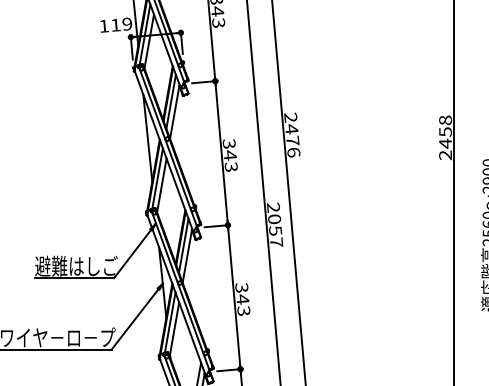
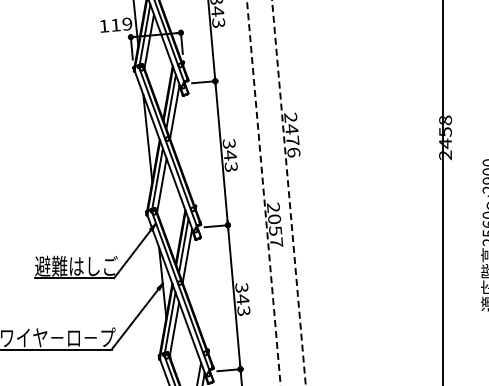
line at (288, 192): solid -> dashed
line at (454, 192) position: (454, 192) -> (443, 192)
line at (263, 193): solid -> dashed
